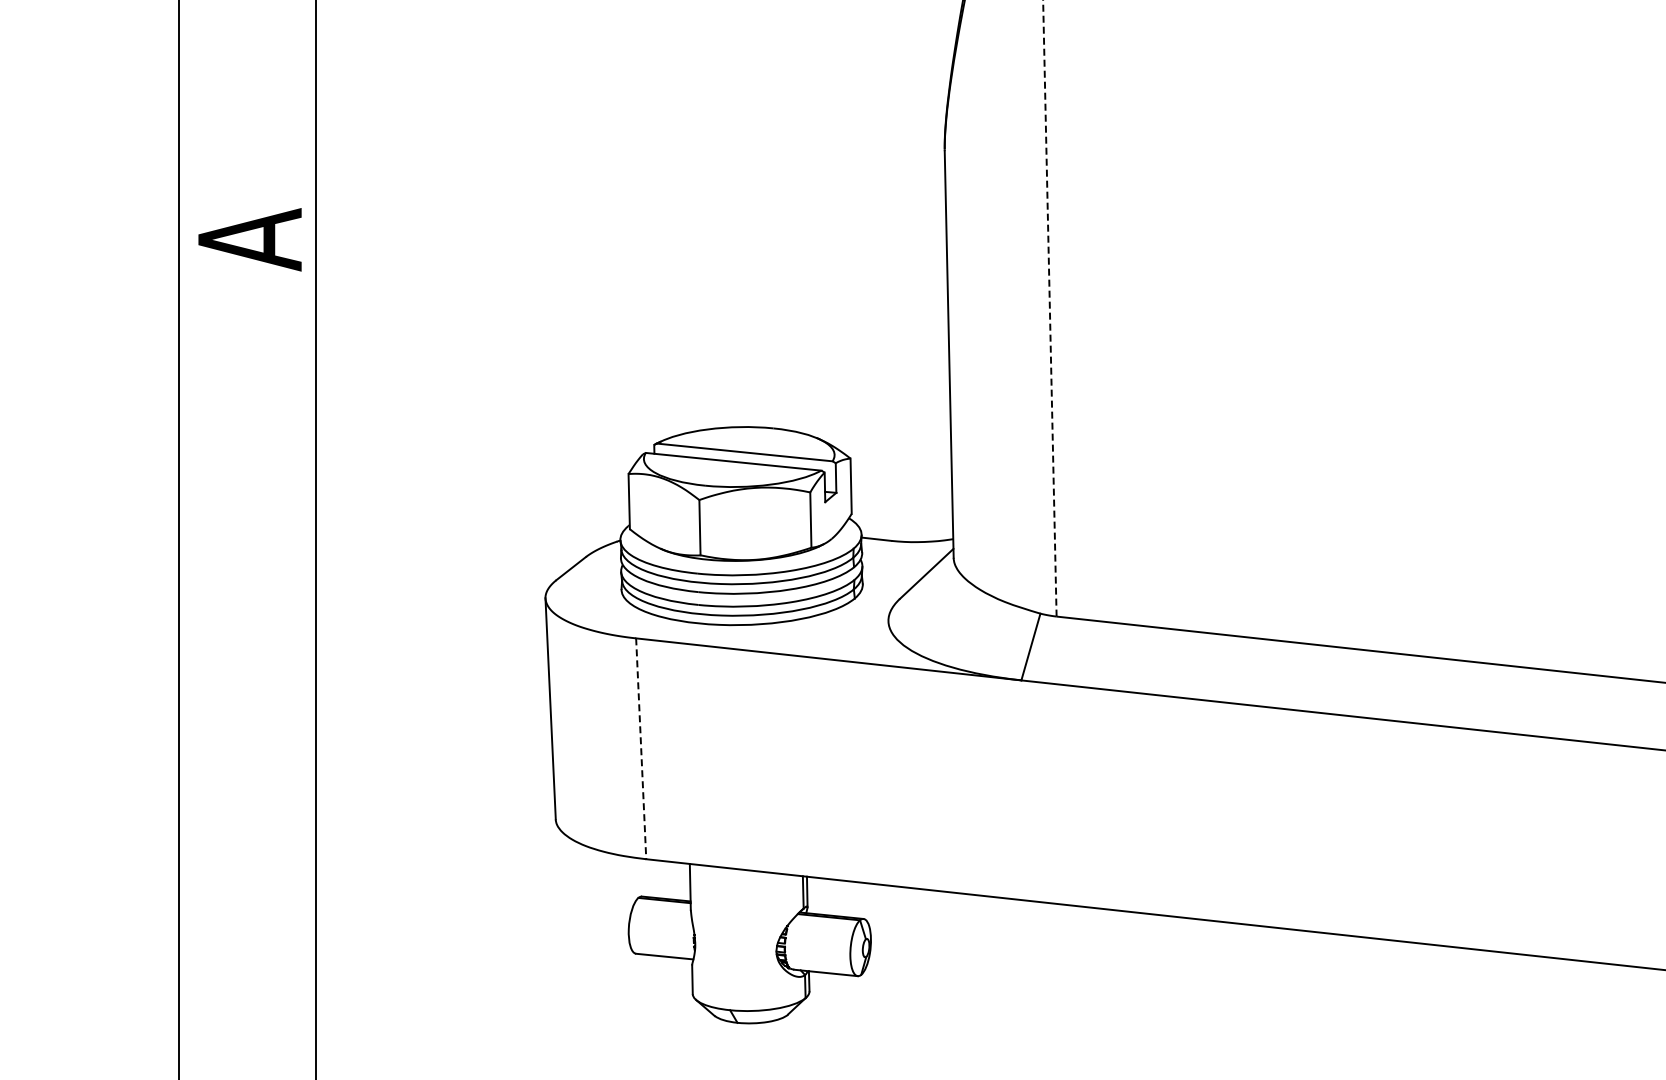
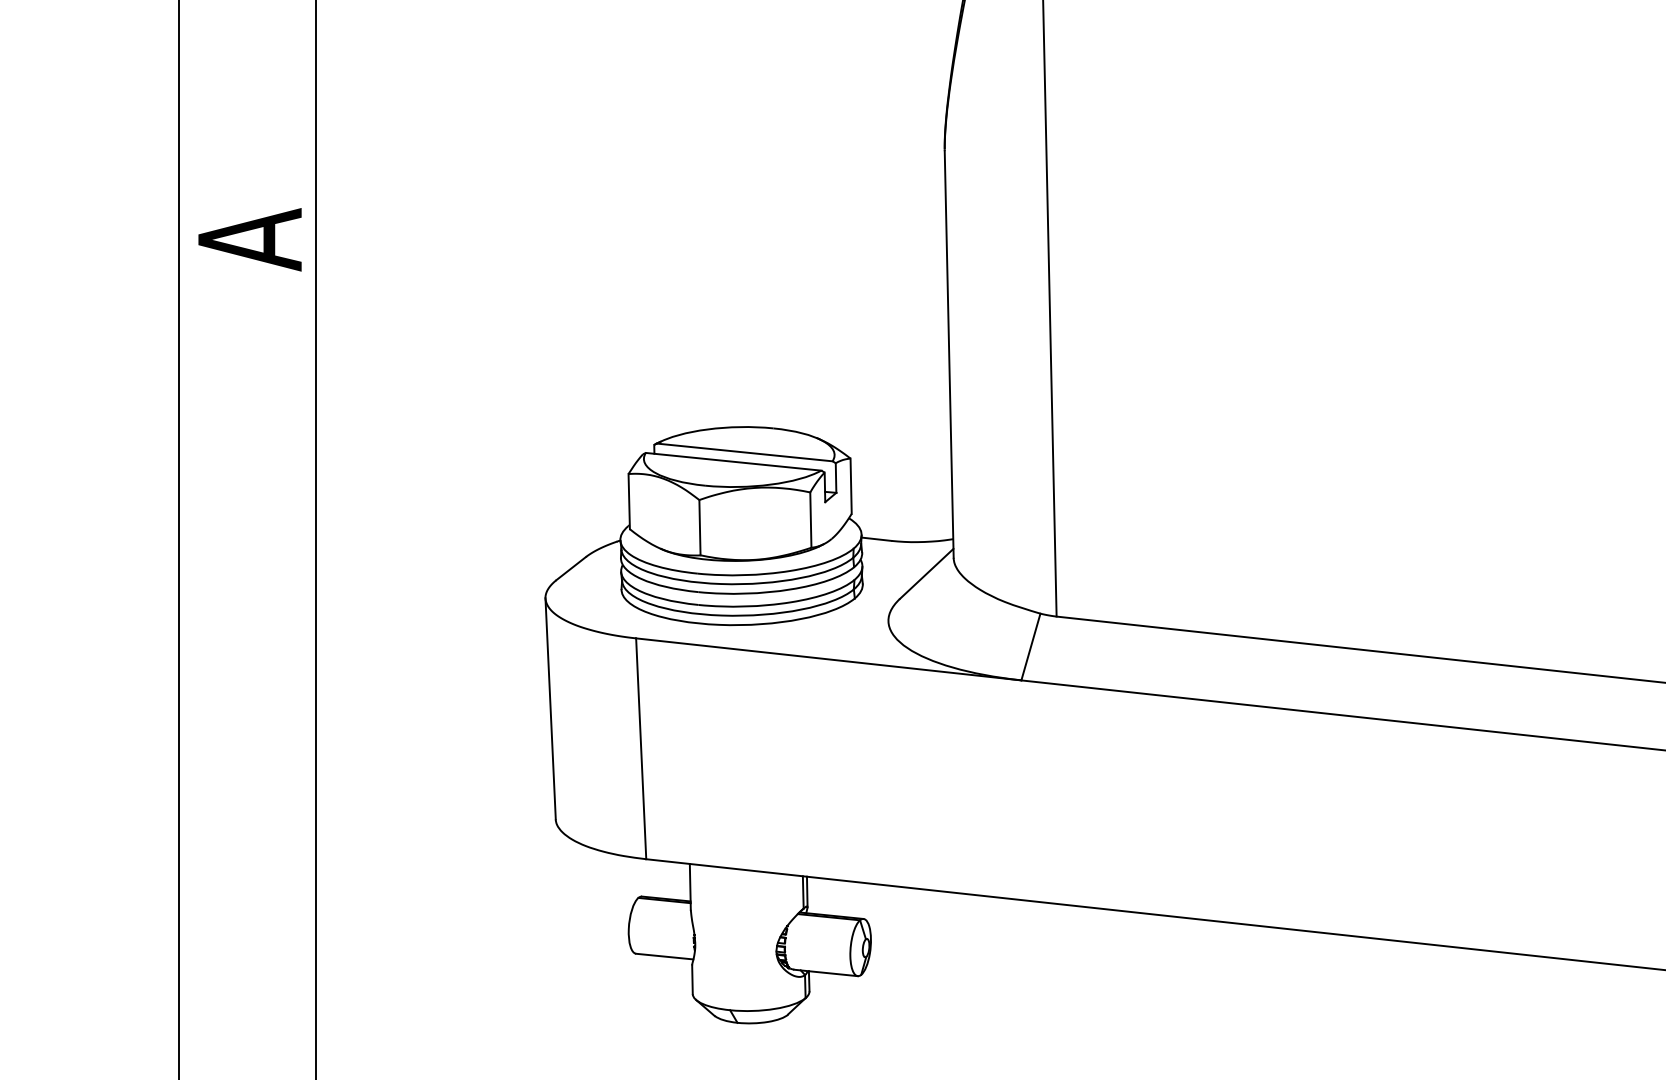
line at (1049, 307): dashed -> solid
line at (641, 748): dashed -> solid
